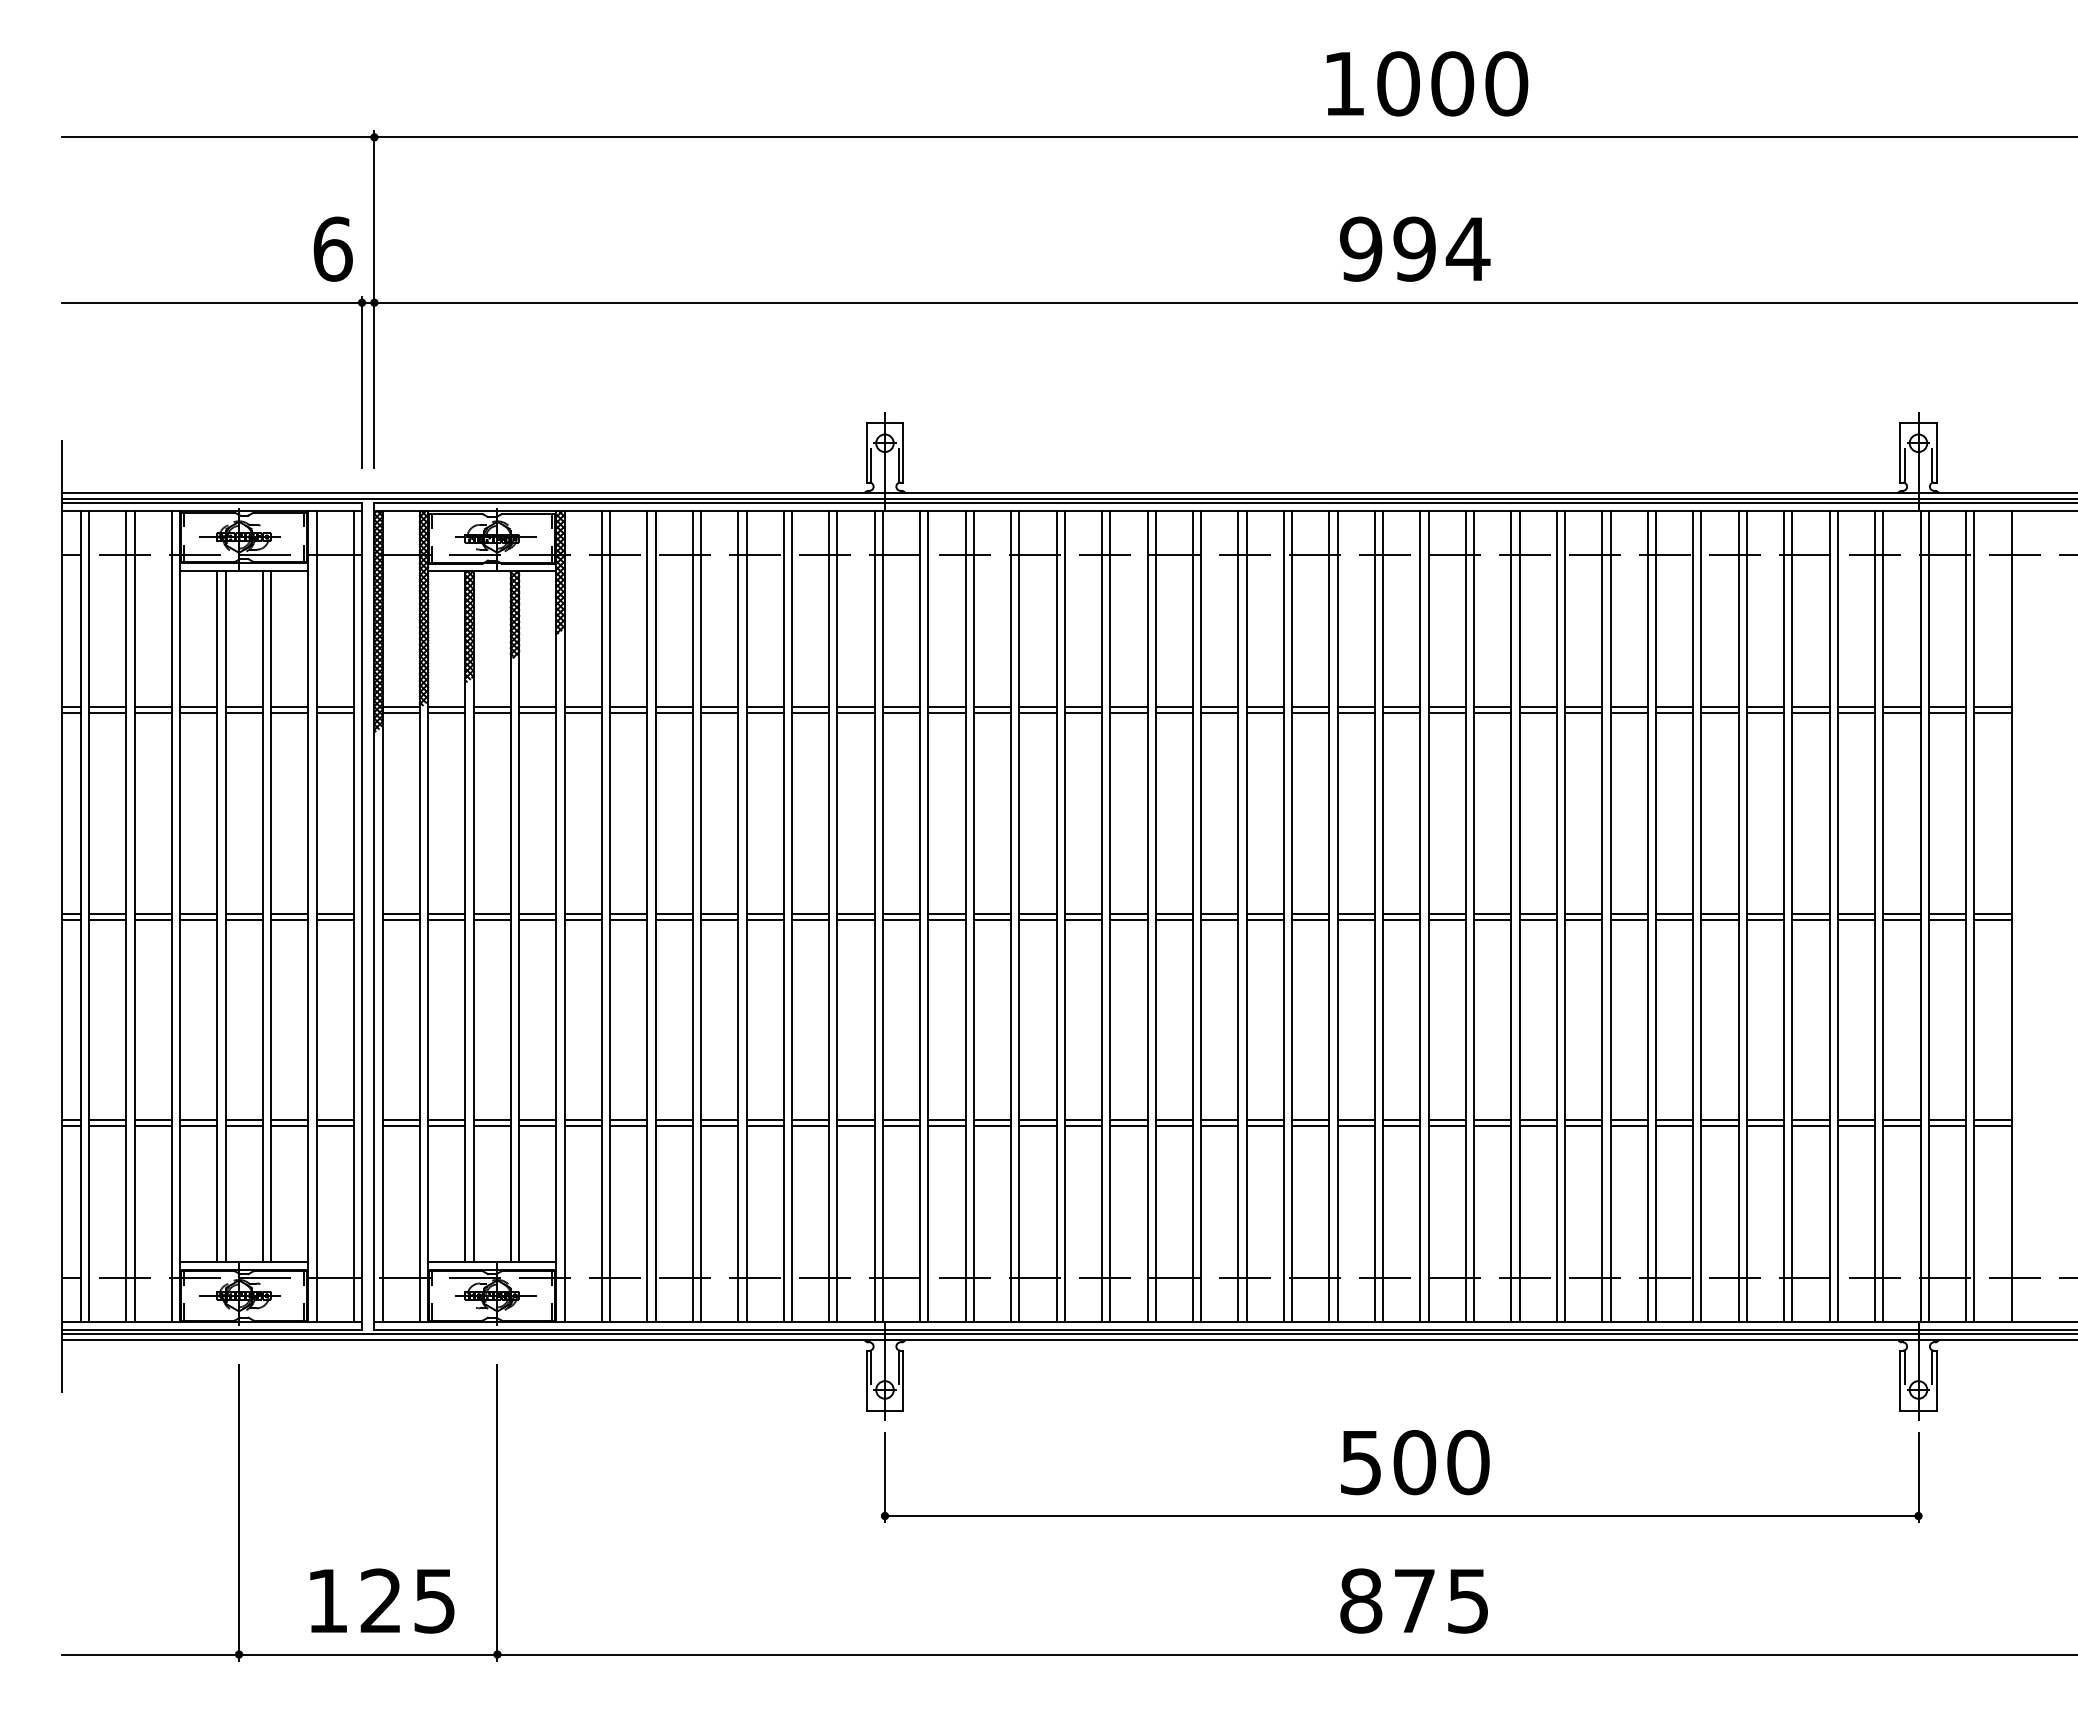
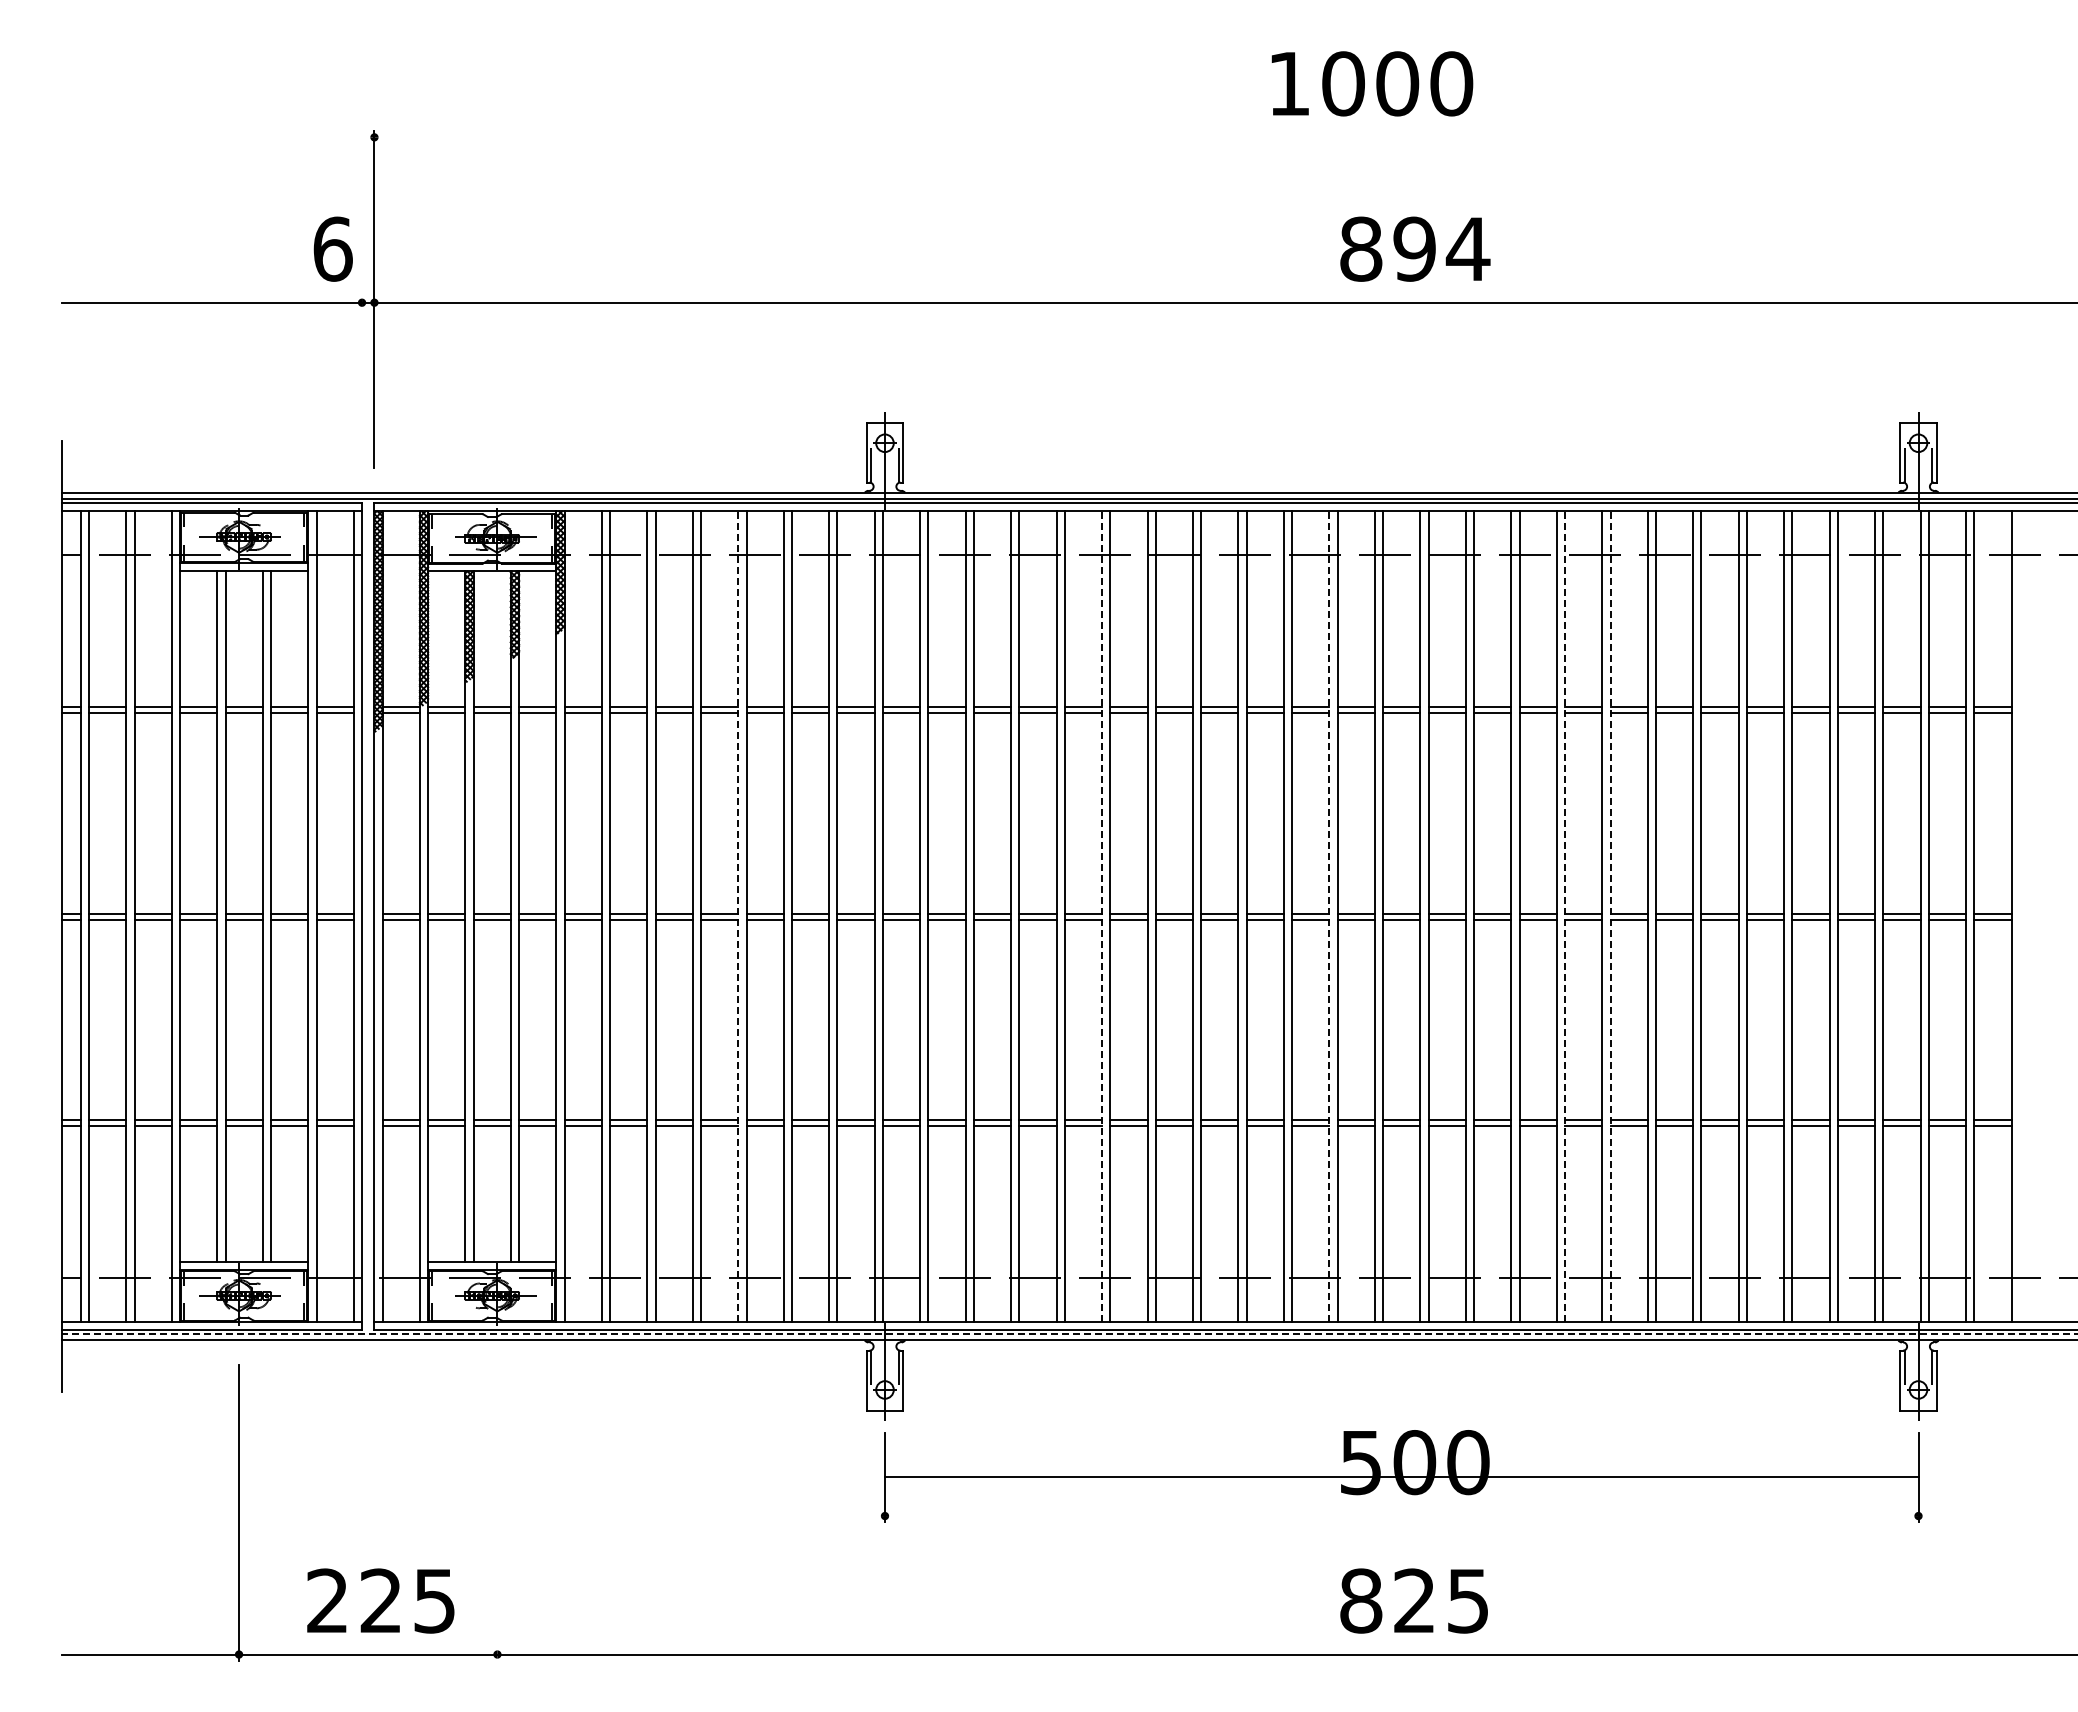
text at (1427, 83) position: (1427, 83) -> (1372, 83)
line at (1068, 137): present -> none
text at (1360, 248): 994 -> 894
line at (362, 382): present -> none
line at (738, 916): solid -> dashed
line at (1102, 916): solid -> dashed
line at (1329, 916): solid -> dashed
line at (1565, 916): solid -> dashed
line at (1610, 916): solid -> dashed
line at (1069, 1334): solid -> dashed
line at (497, 1512): present -> none
line at (1401, 1516) position: (1401, 1516) -> (1401, 1477)
text at (326, 1600): 125 -> 225
text at (1414, 1600): 875 -> 825
